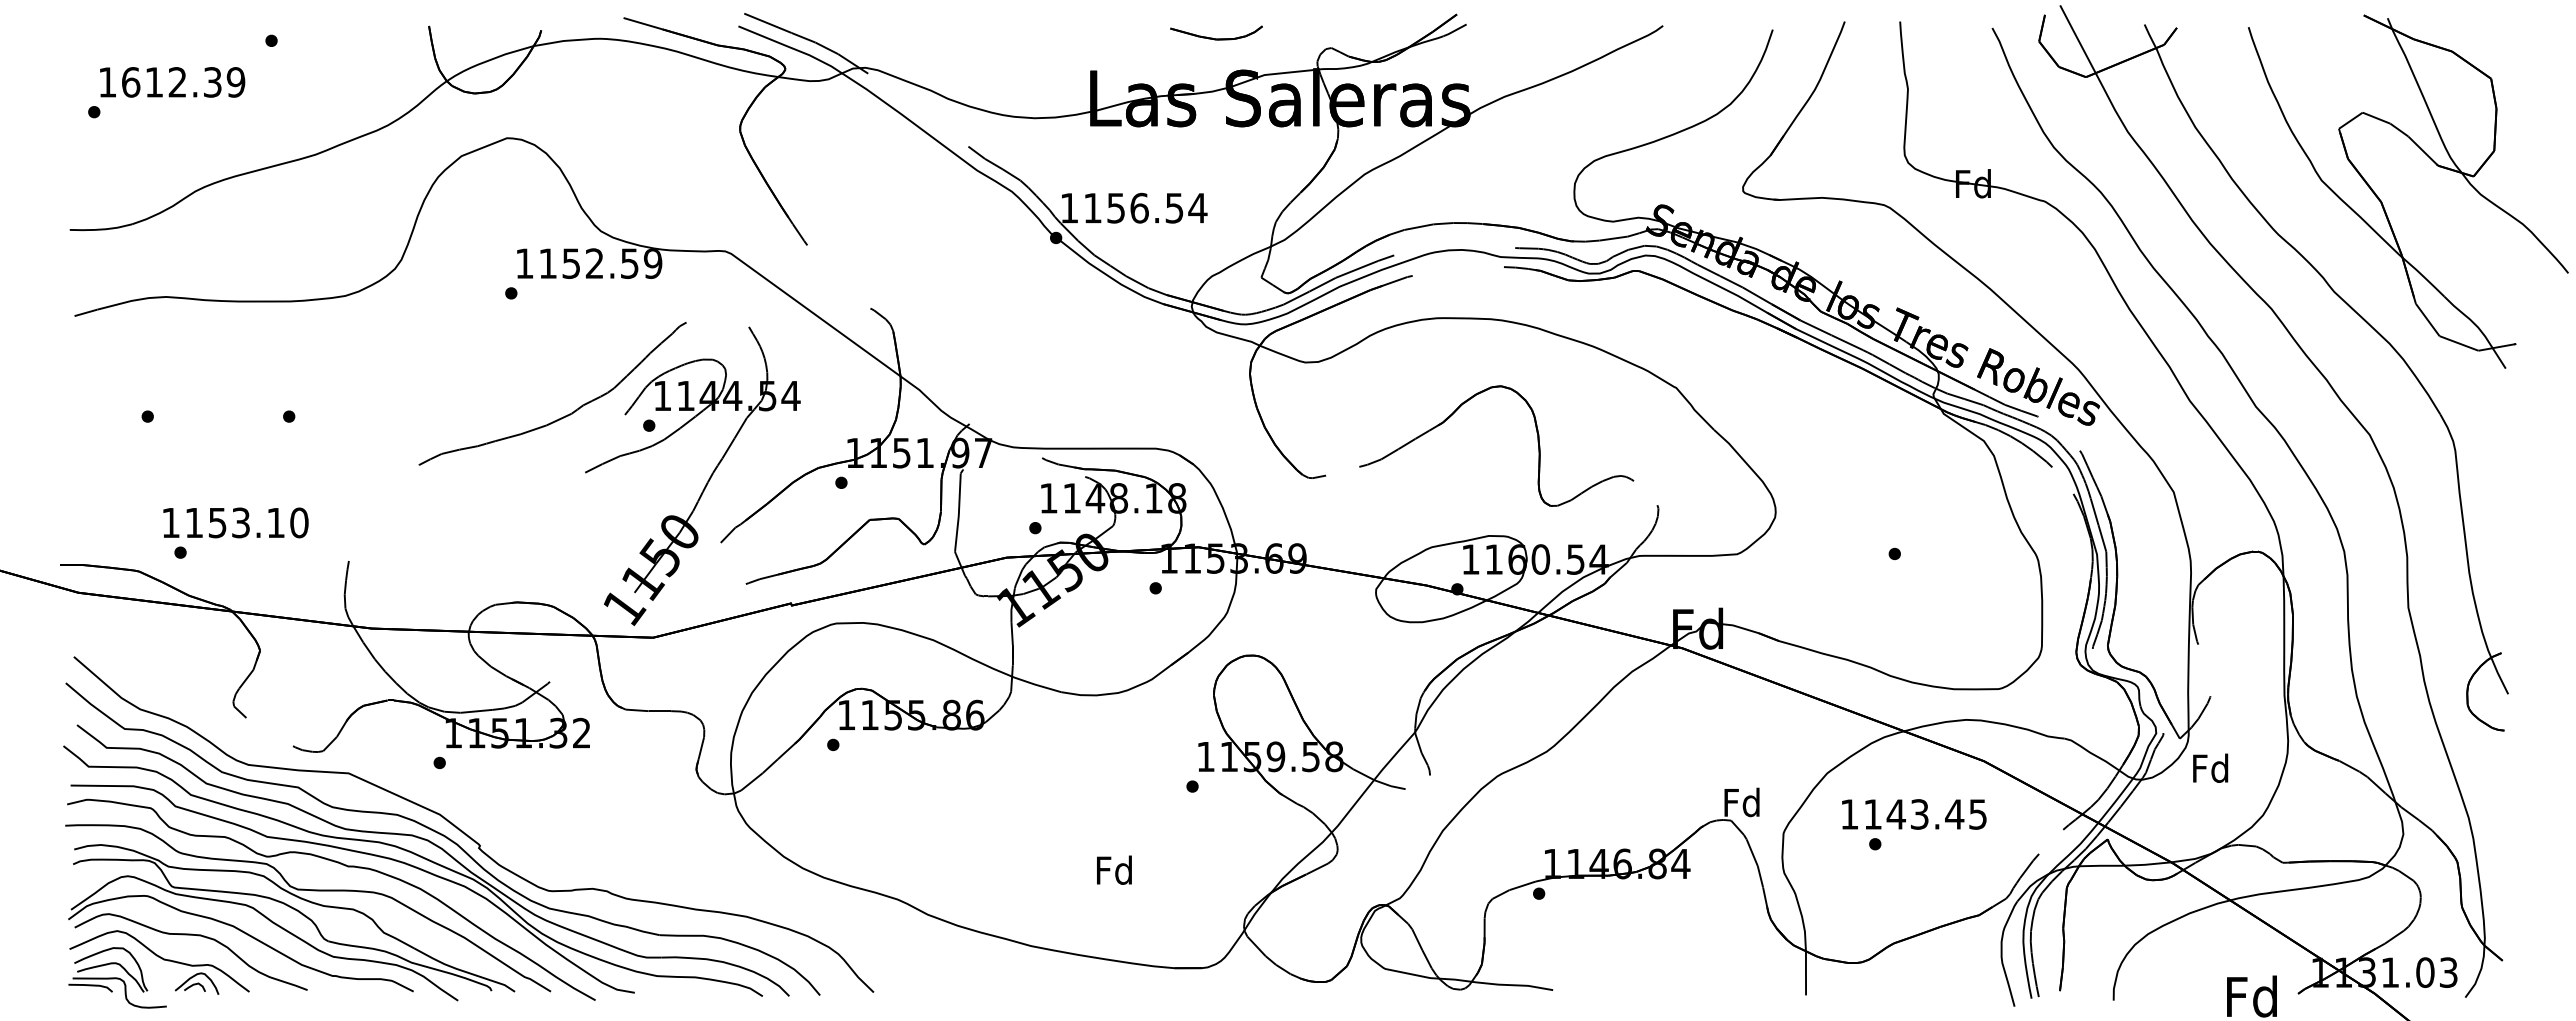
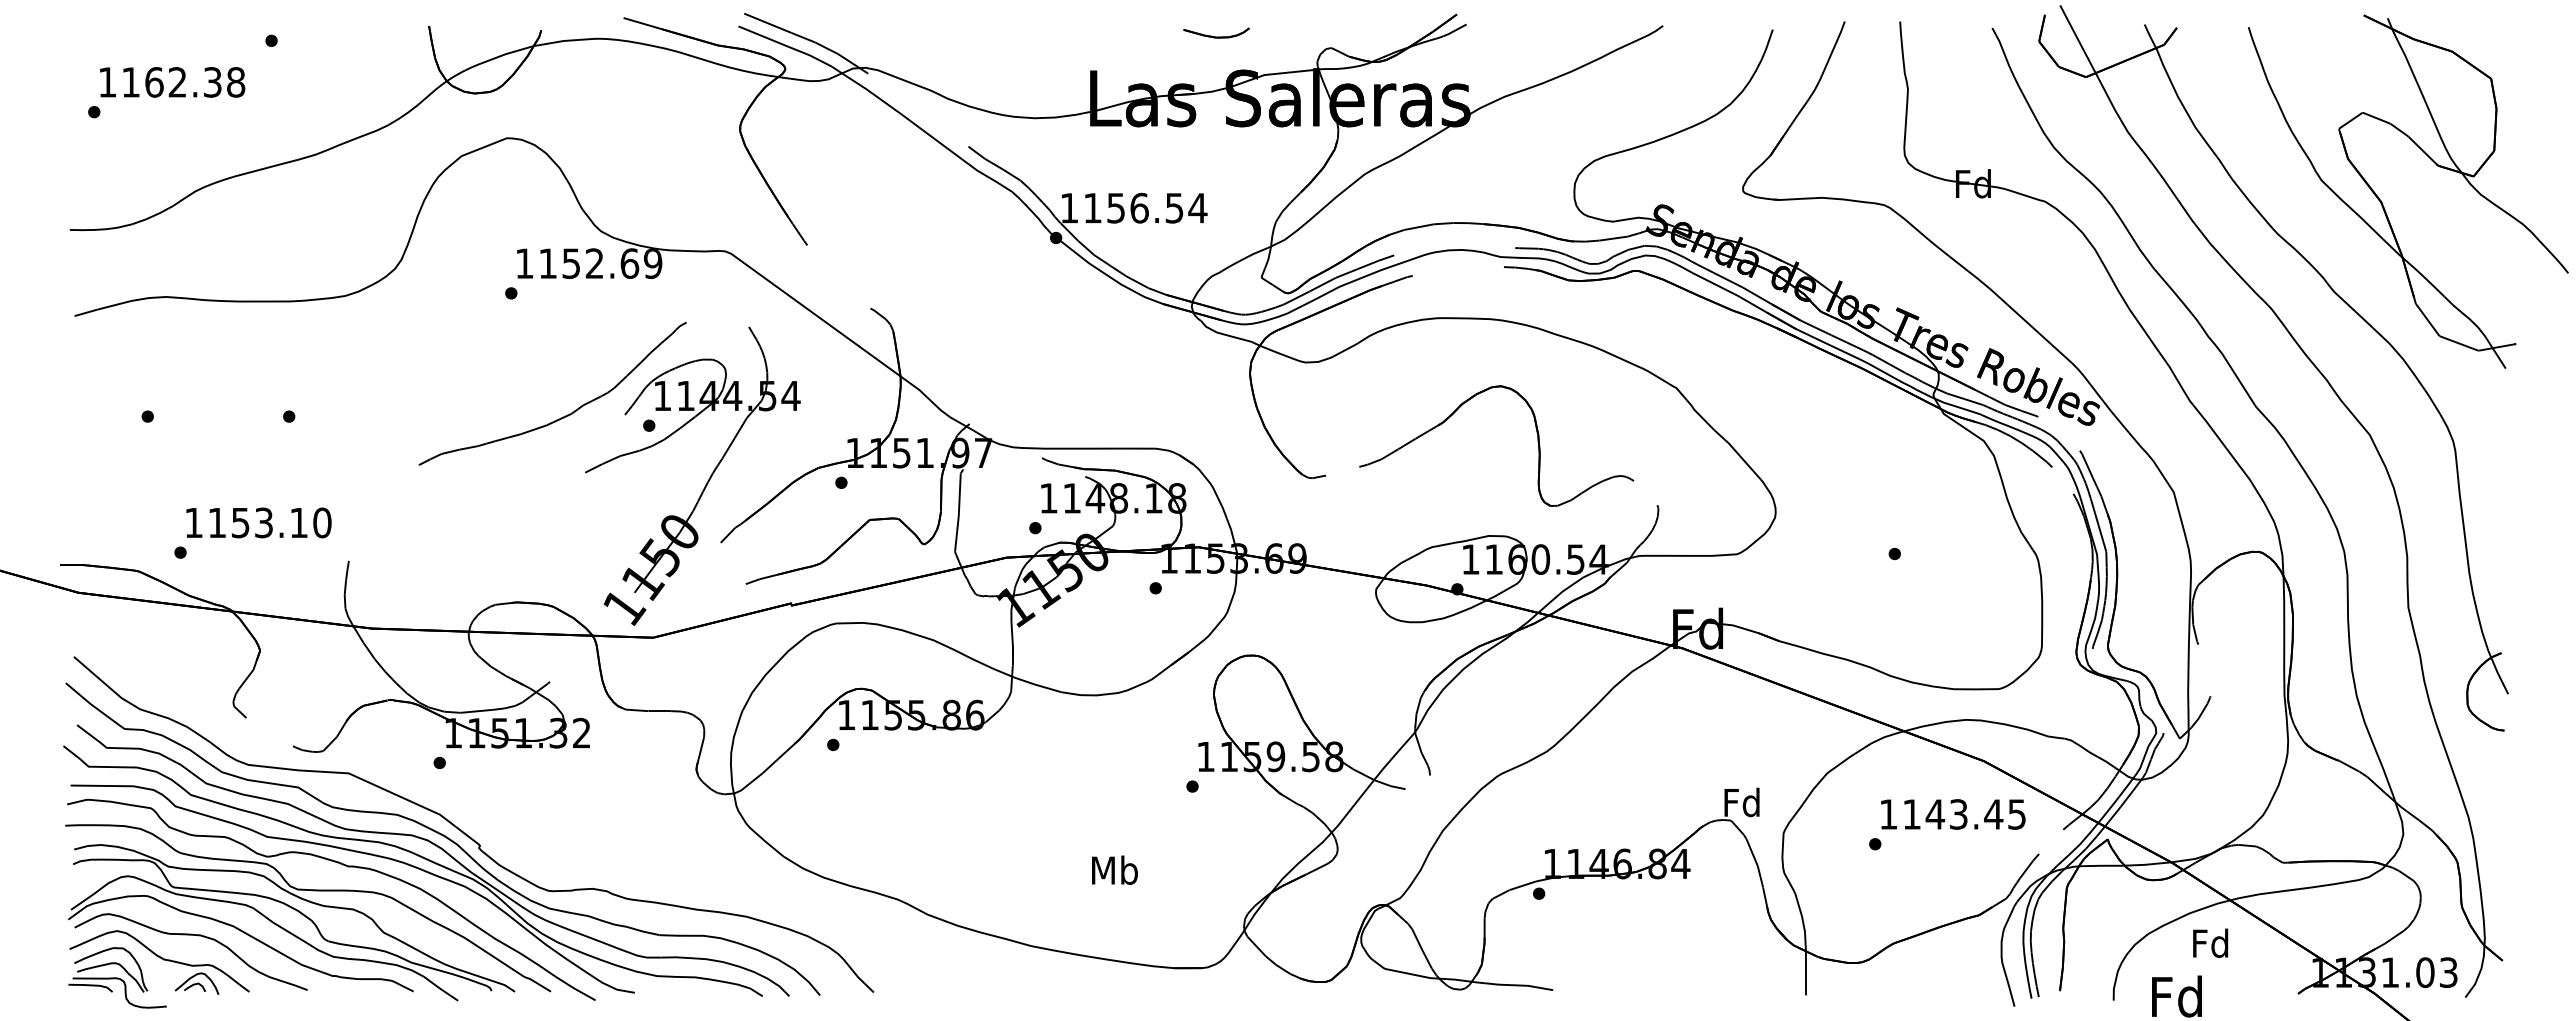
part at (1216, 32) size: 93x16 px -> 67x12 px
text at (183, 82): 1612.39 -> 1162.38
text at (629, 263): 1152.59 -> 1152.69
text at (235, 522) position: (235, 522) -> (258, 522)
text at (2210, 767) position: (2210, 767) -> (2210, 942)
text at (1914, 814) position: (1914, 814) -> (1953, 814)
text at (1114, 869): Fd -> Mb
text at (2251, 996) position: (2251, 996) -> (2176, 996)
